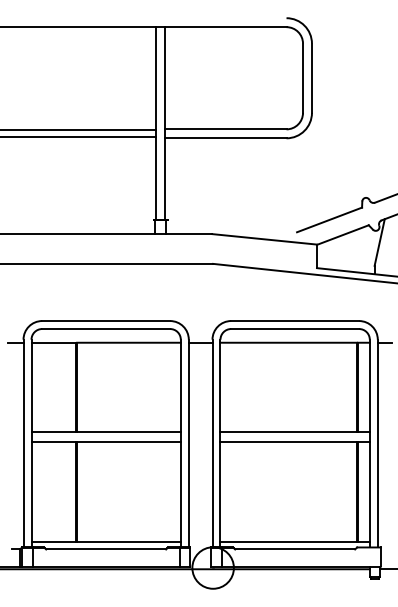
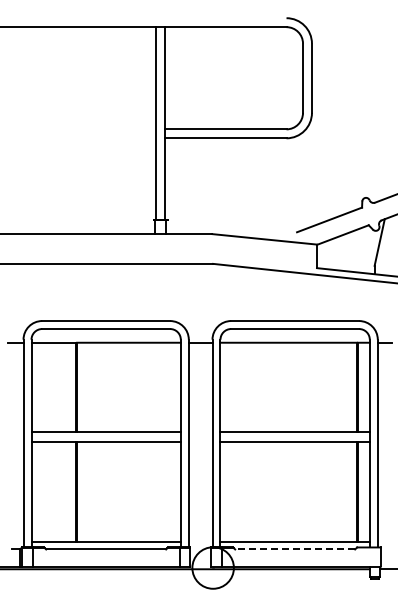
line at (79, 130): present -> none
line at (79, 137): present -> none
line at (295, 549): solid -> dashed
